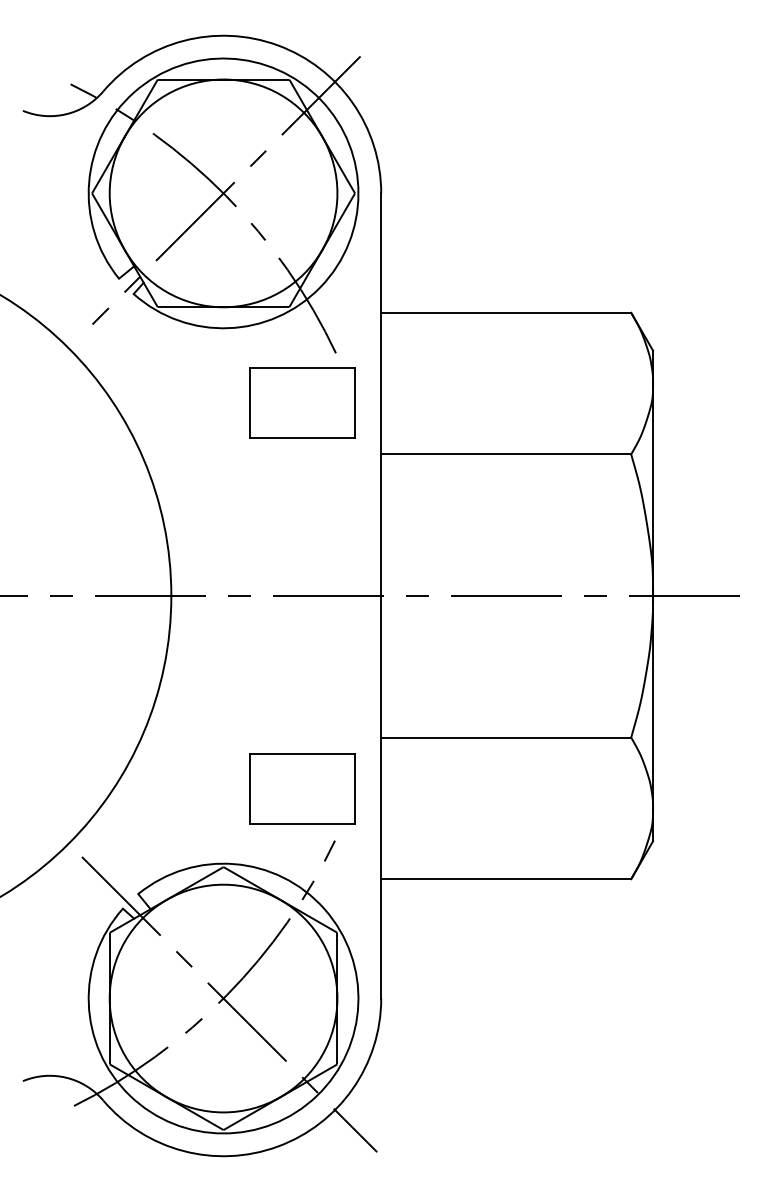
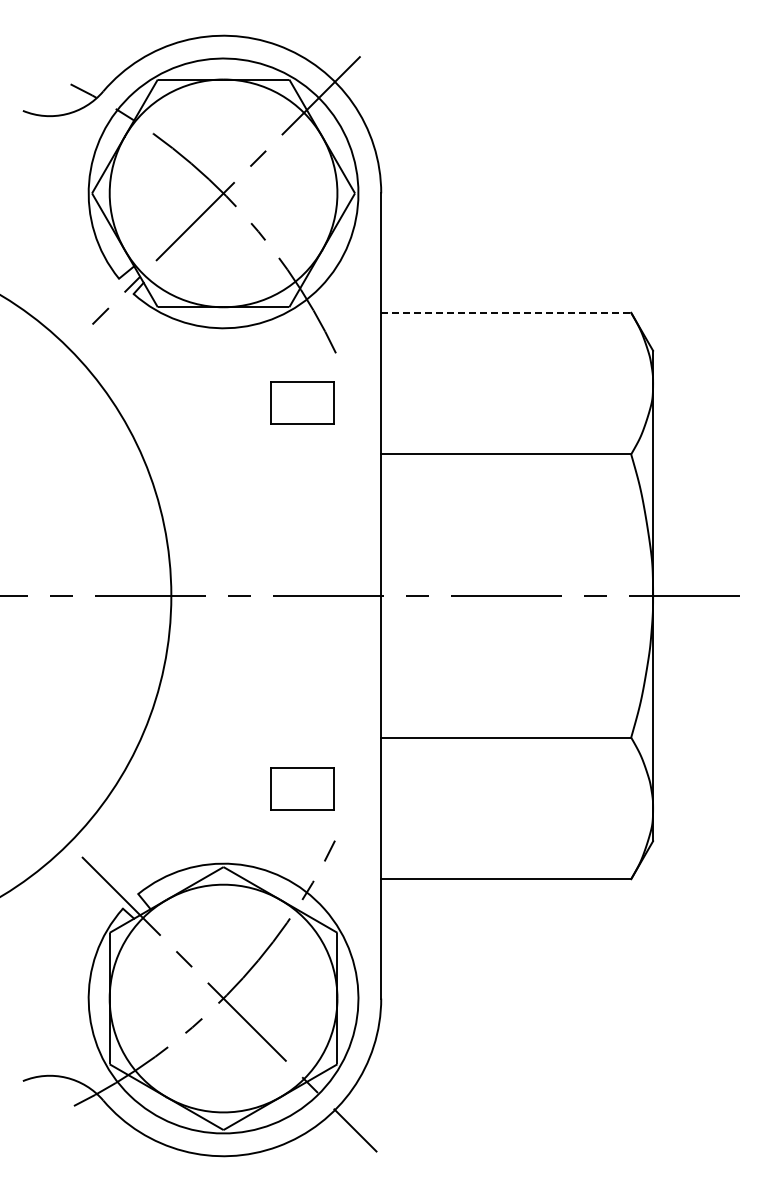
line at (506, 312): solid -> dashed
part at (302, 402) size: 107x72 px -> 65x44 px
part at (302, 788) size: 107x72 px -> 65x44 px
